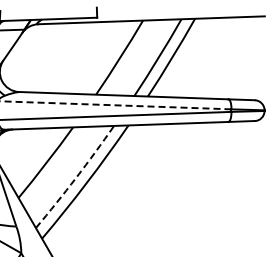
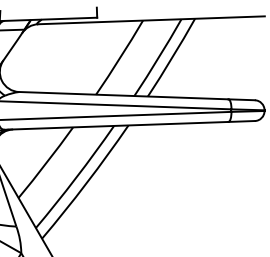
line at (115, 105): dashed -> solid
arc at (76, 177): dashed -> solid
